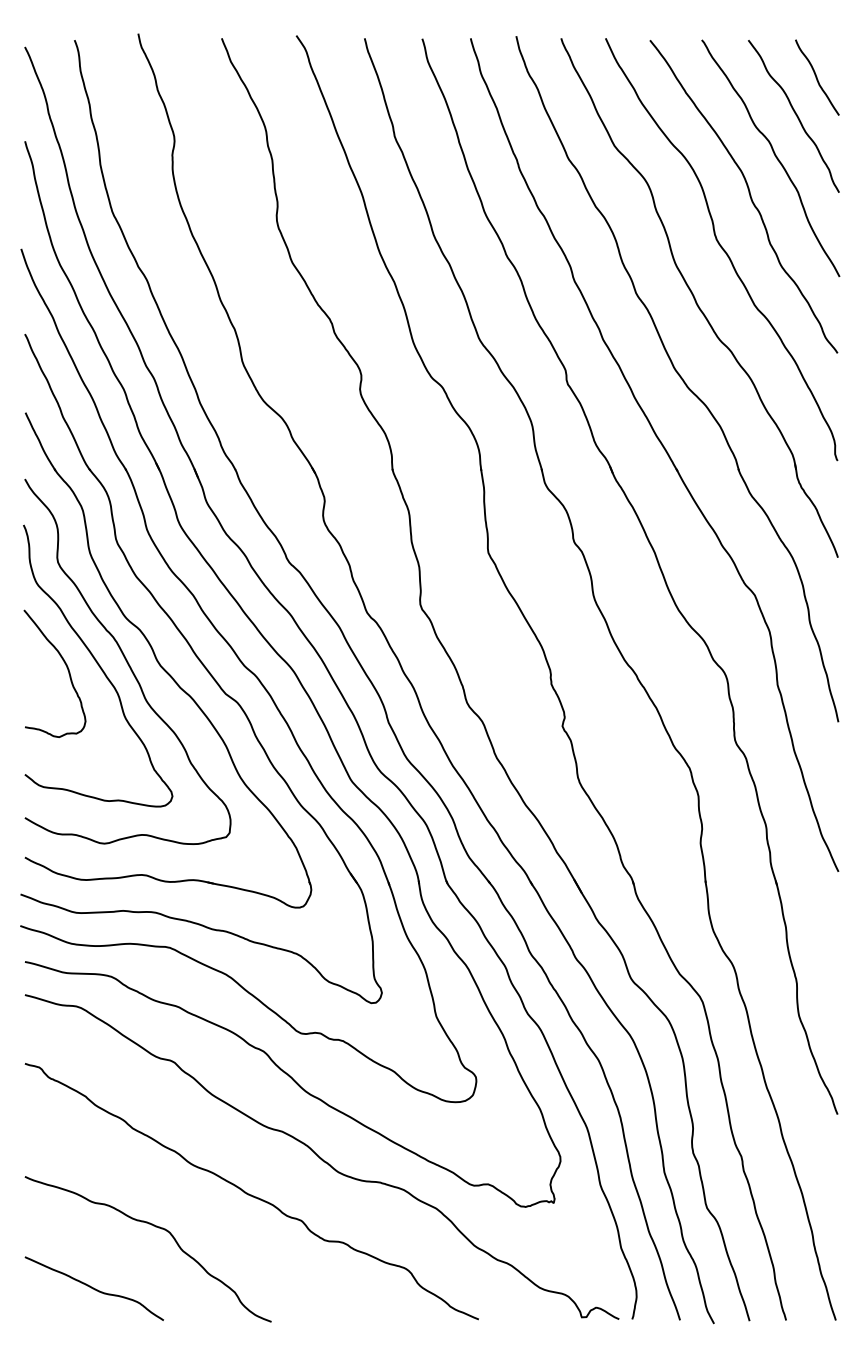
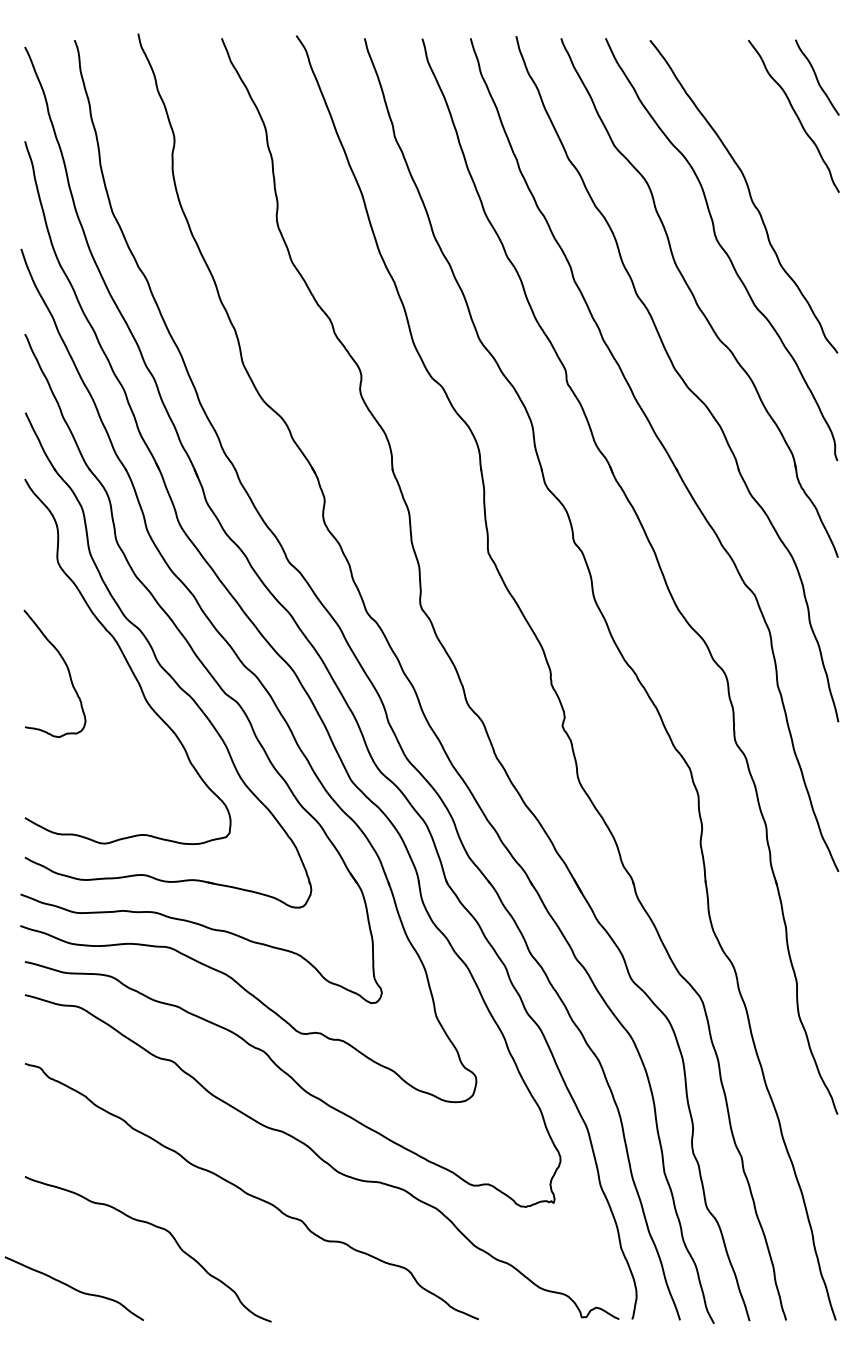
curve at (774, 155): present -> none
curve at (98, 665): present -> none
curve at (93, 1288) position: (93, 1288) -> (73, 1288)
